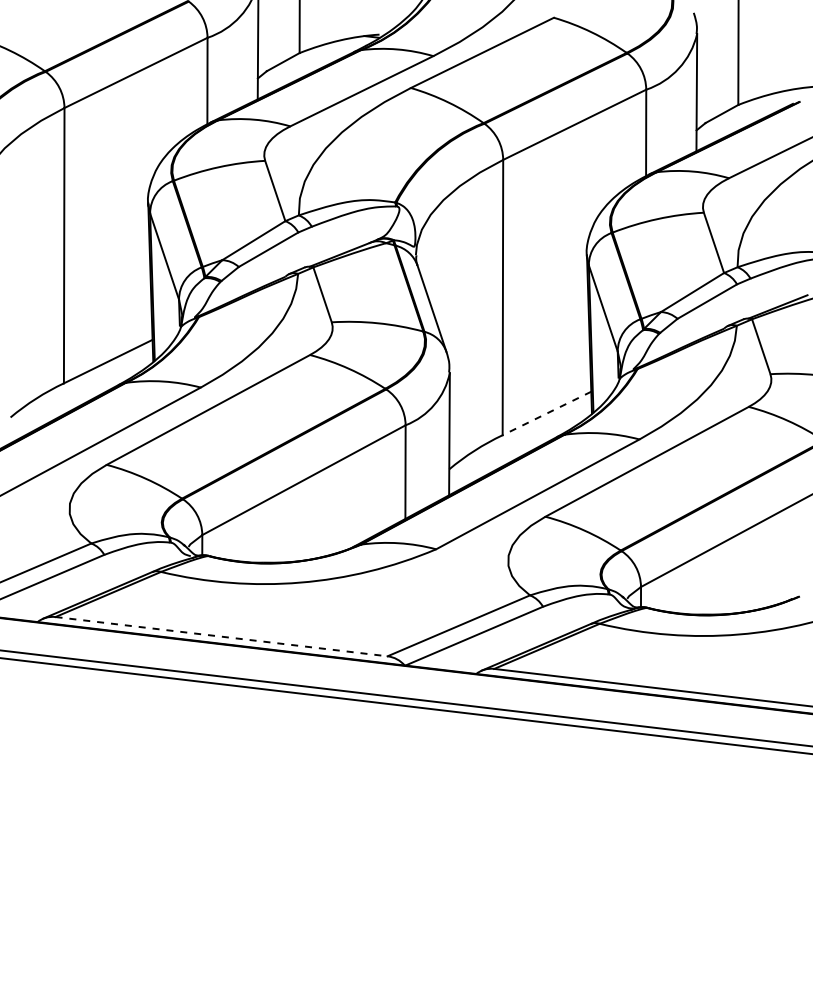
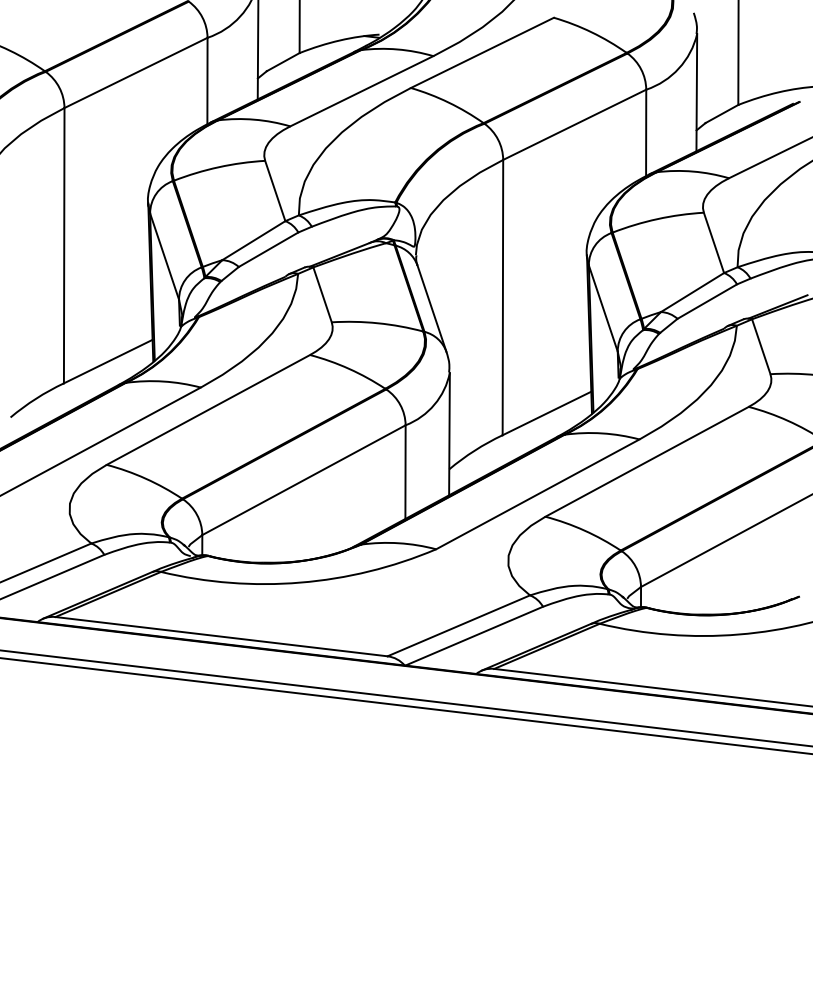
line at (546, 413): dashed -> solid
line at (222, 636): dashed -> solid
